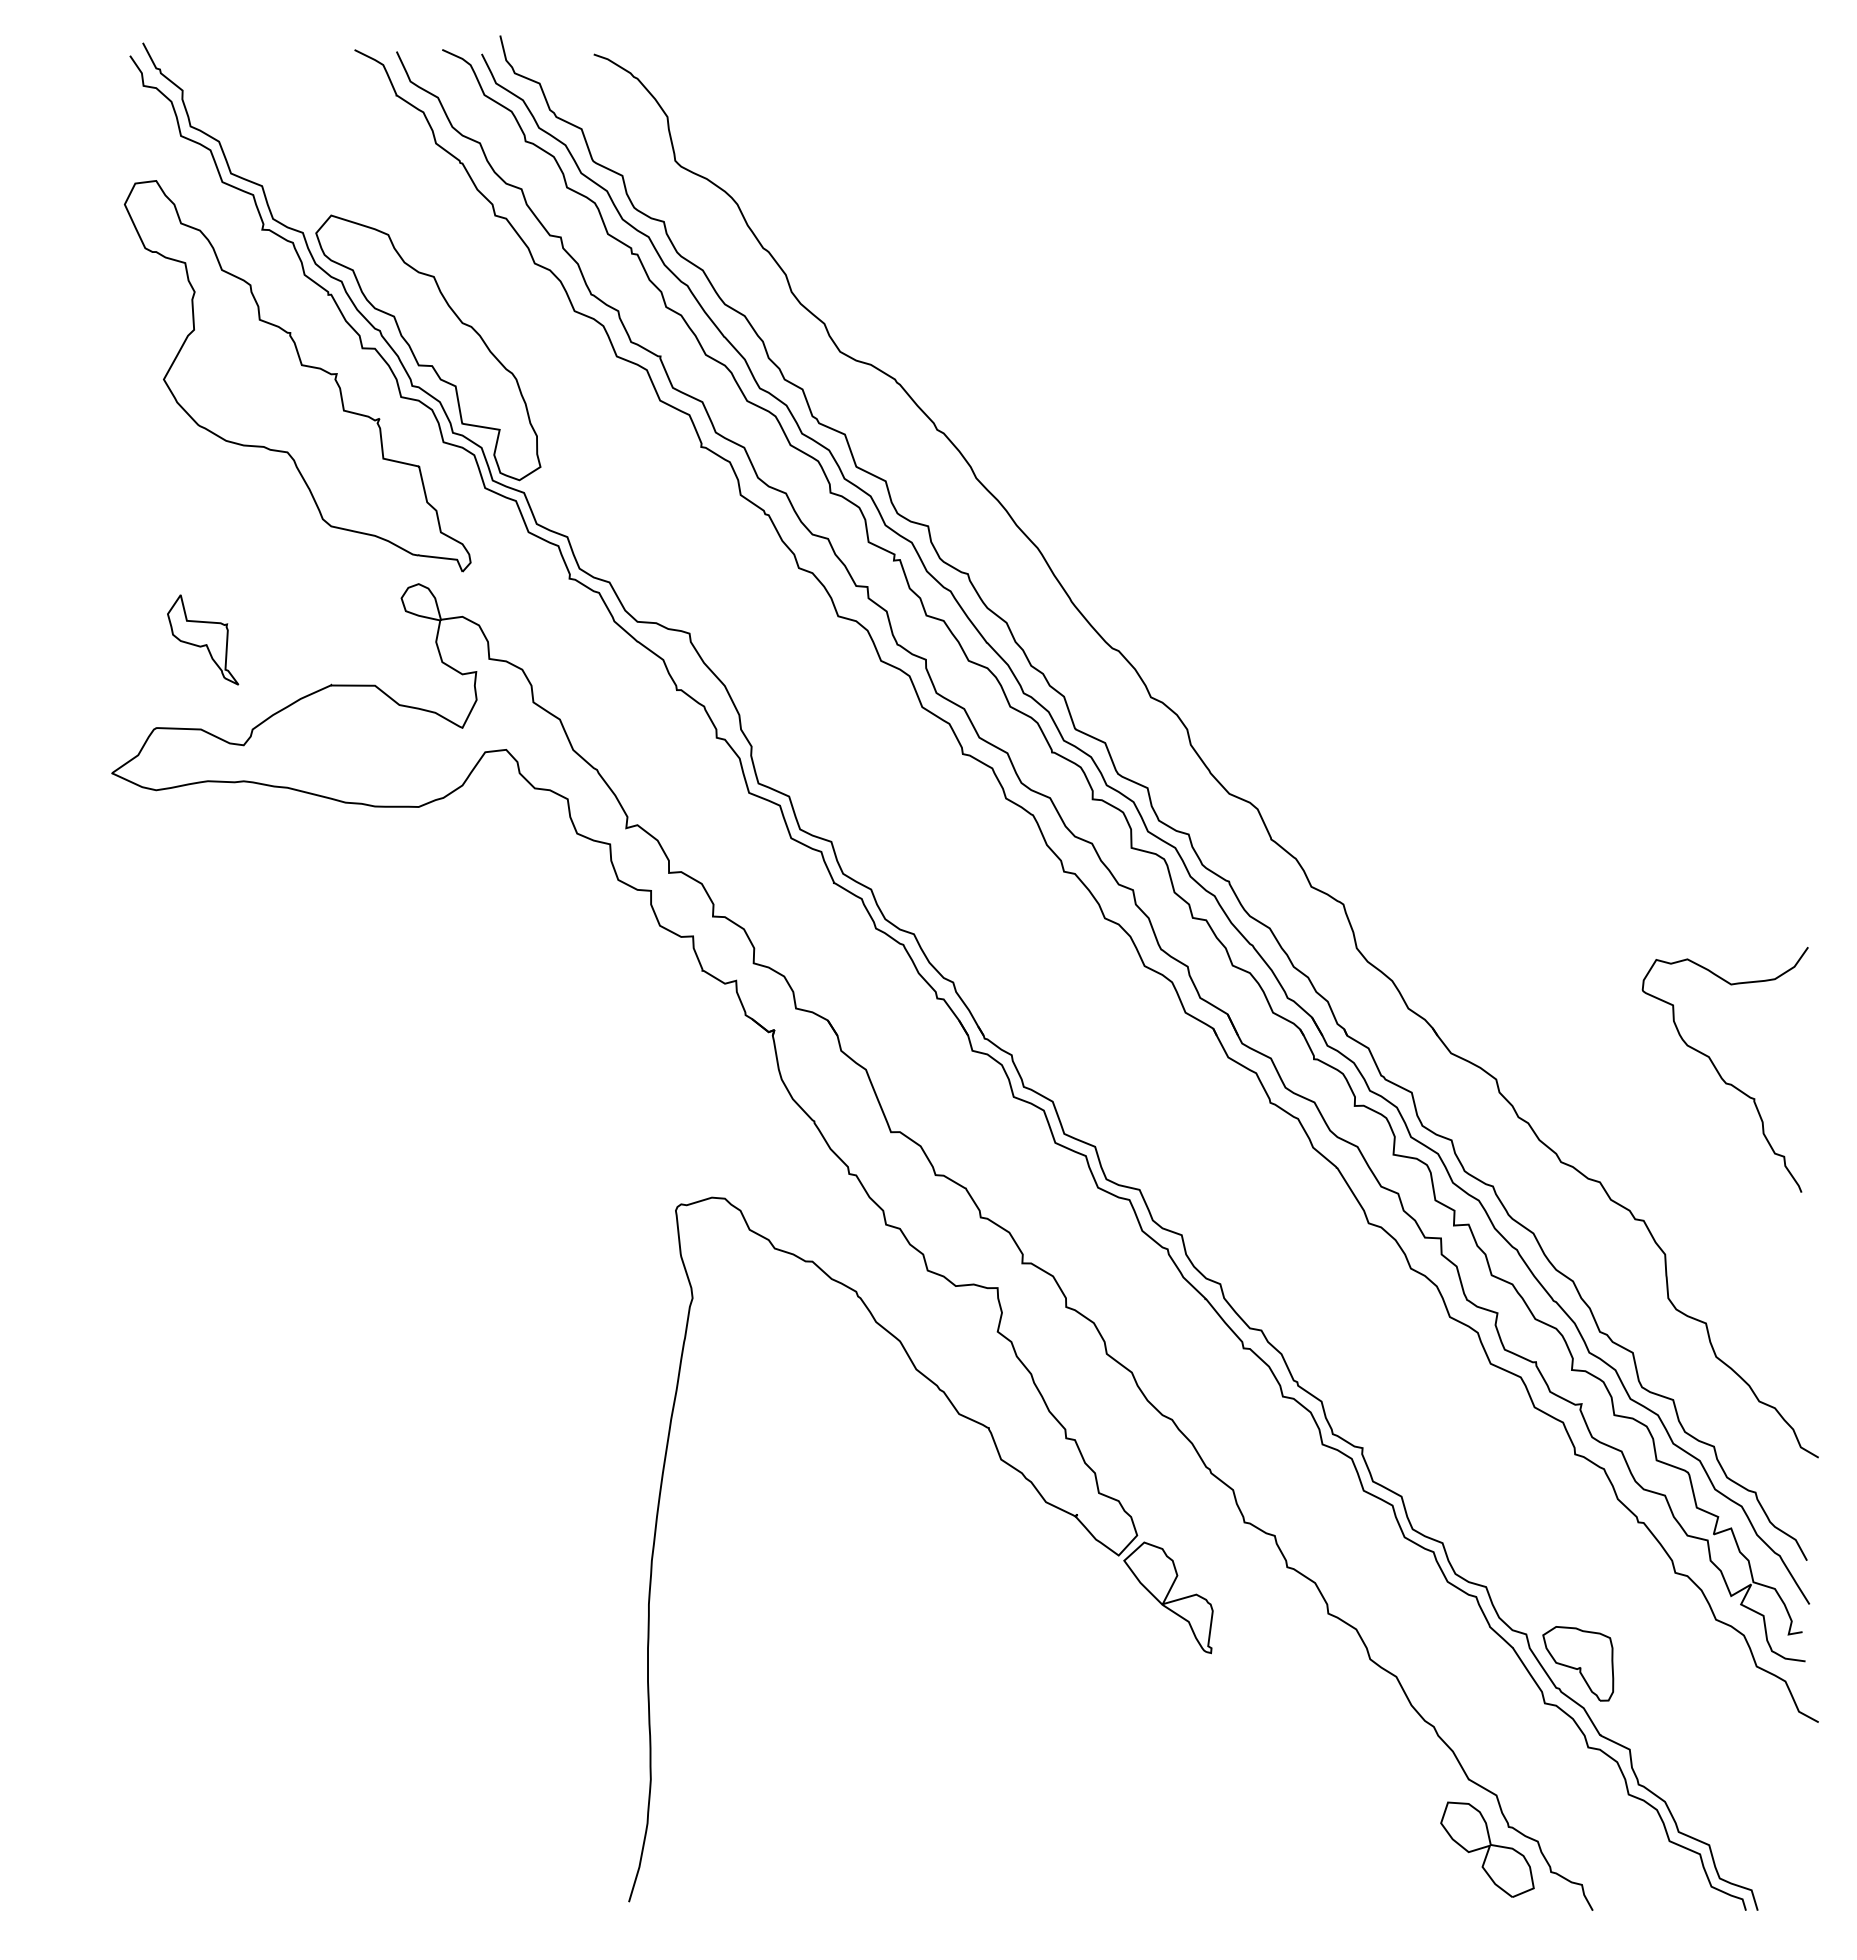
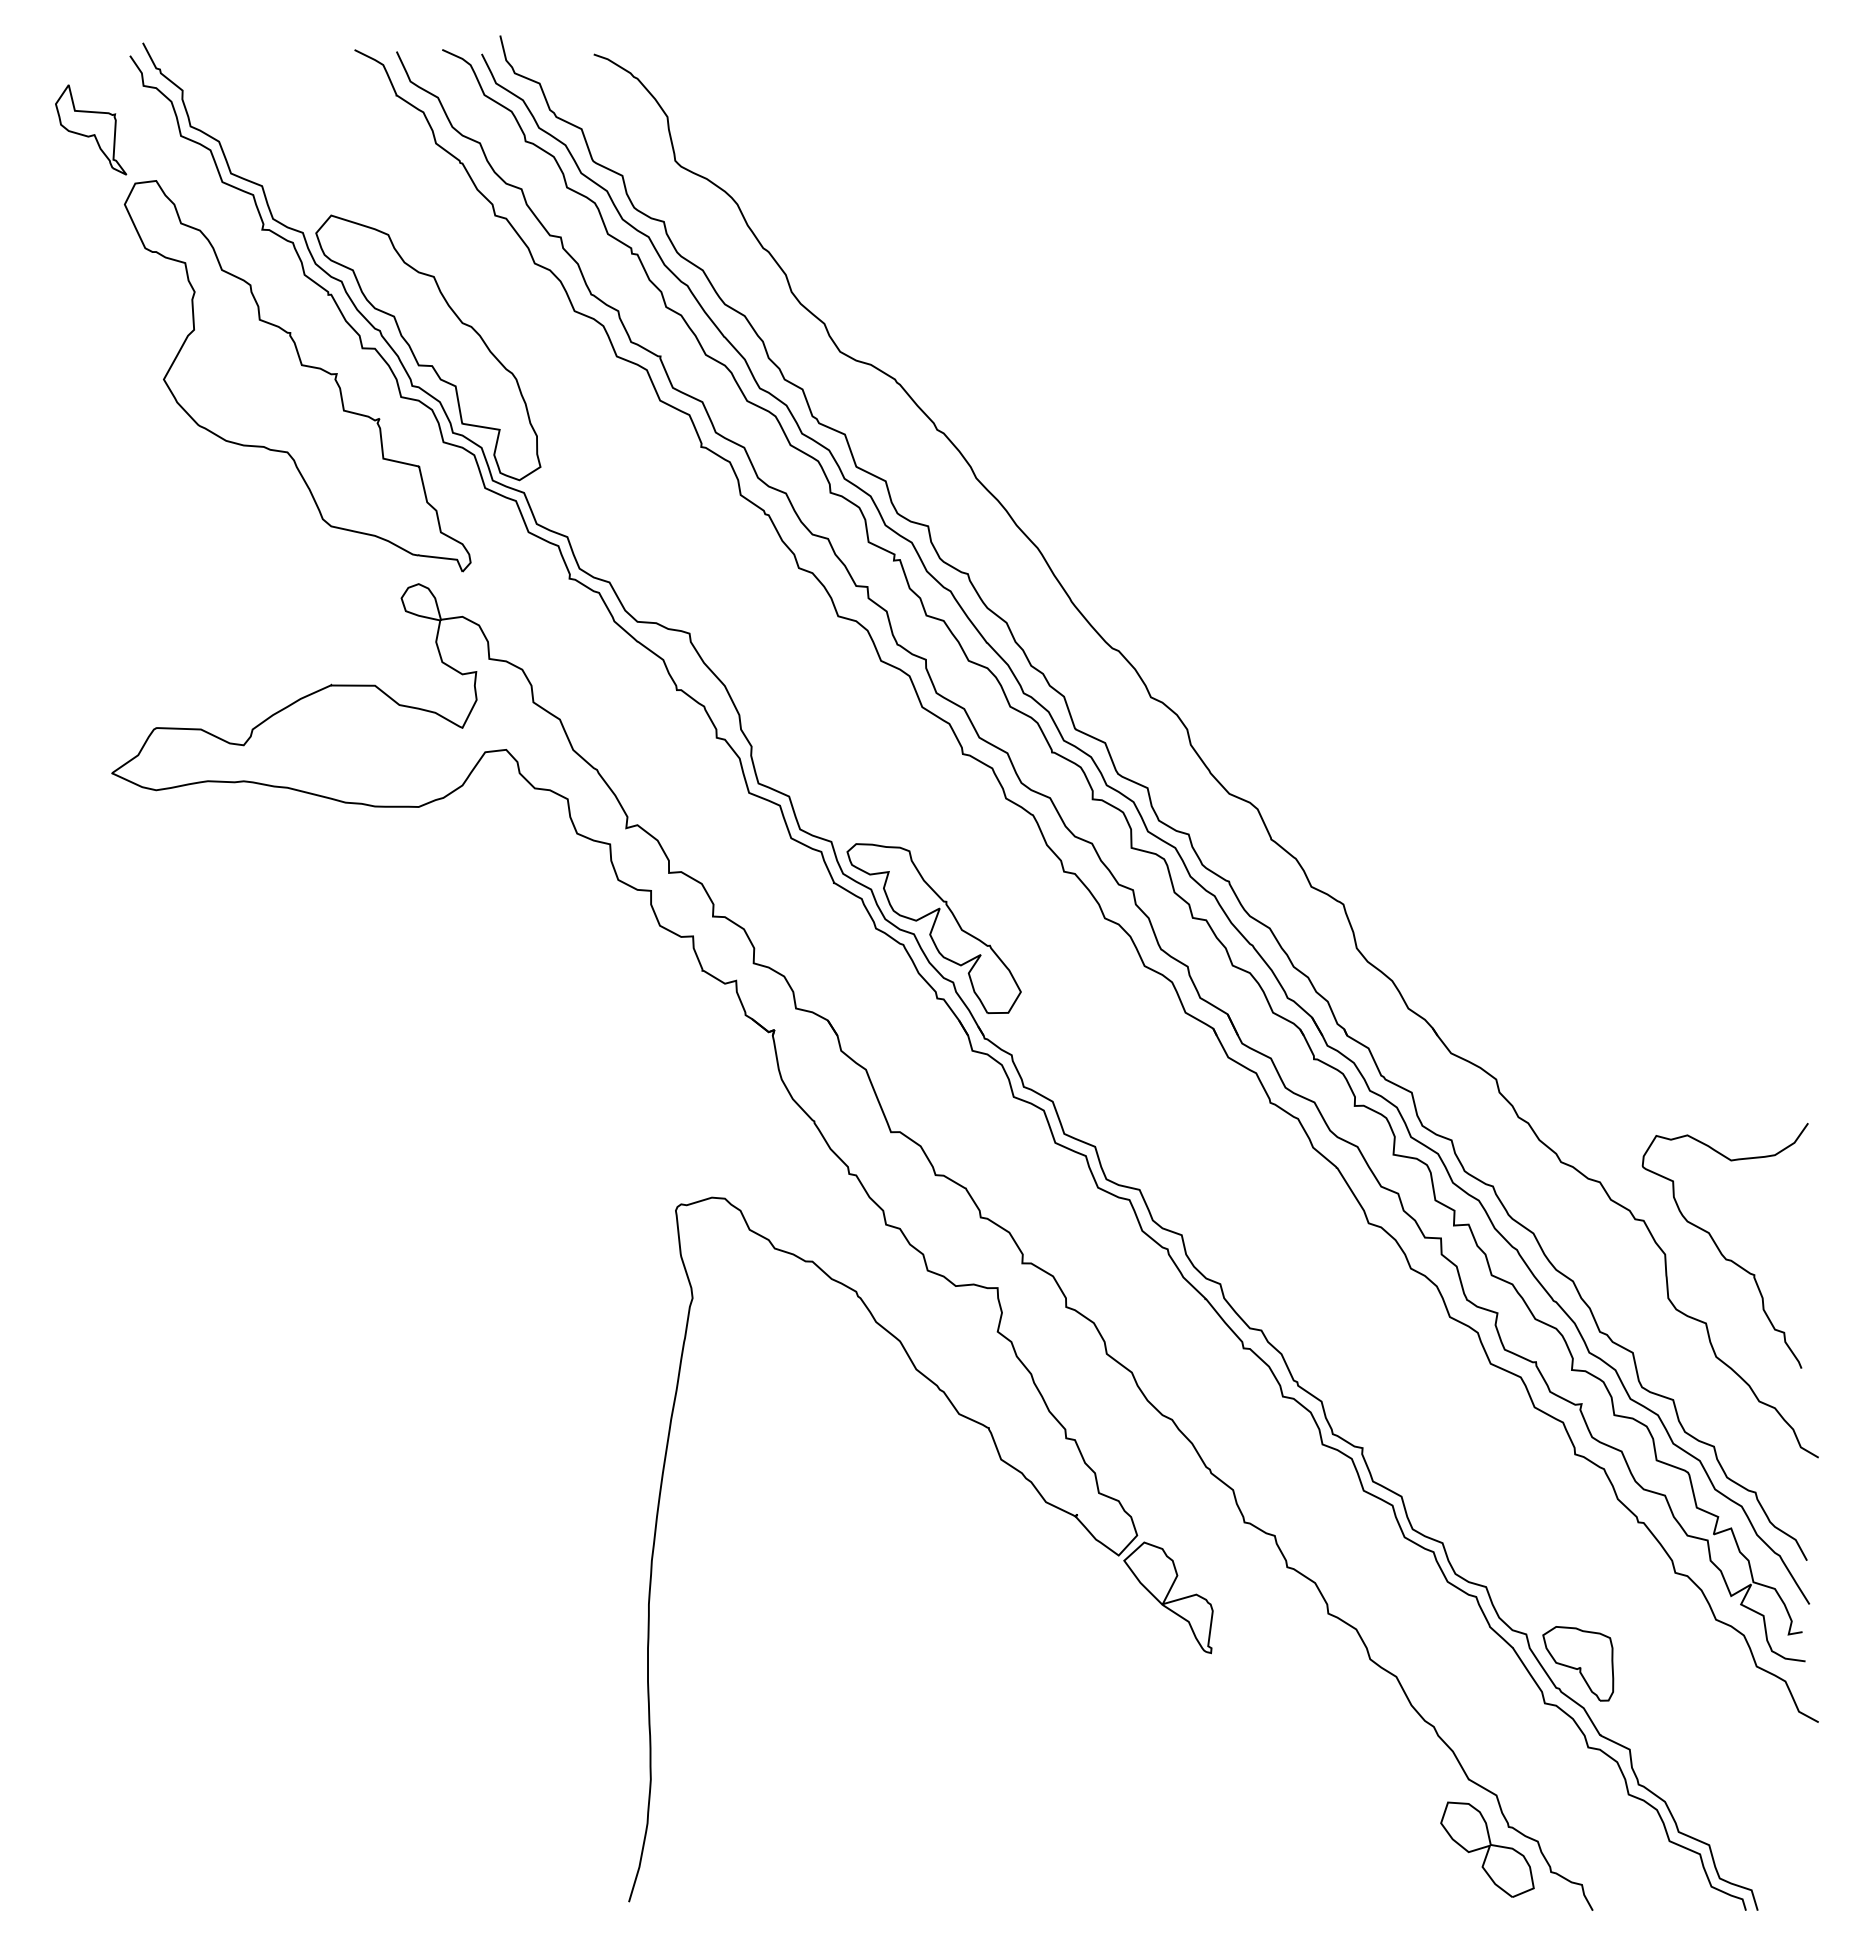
part at (203, 639) position: (203, 639) -> (91, 129)
part at (933, 928): none -> present
curve at (1719, 1072) position: (1719, 1072) -> (1719, 1248)
